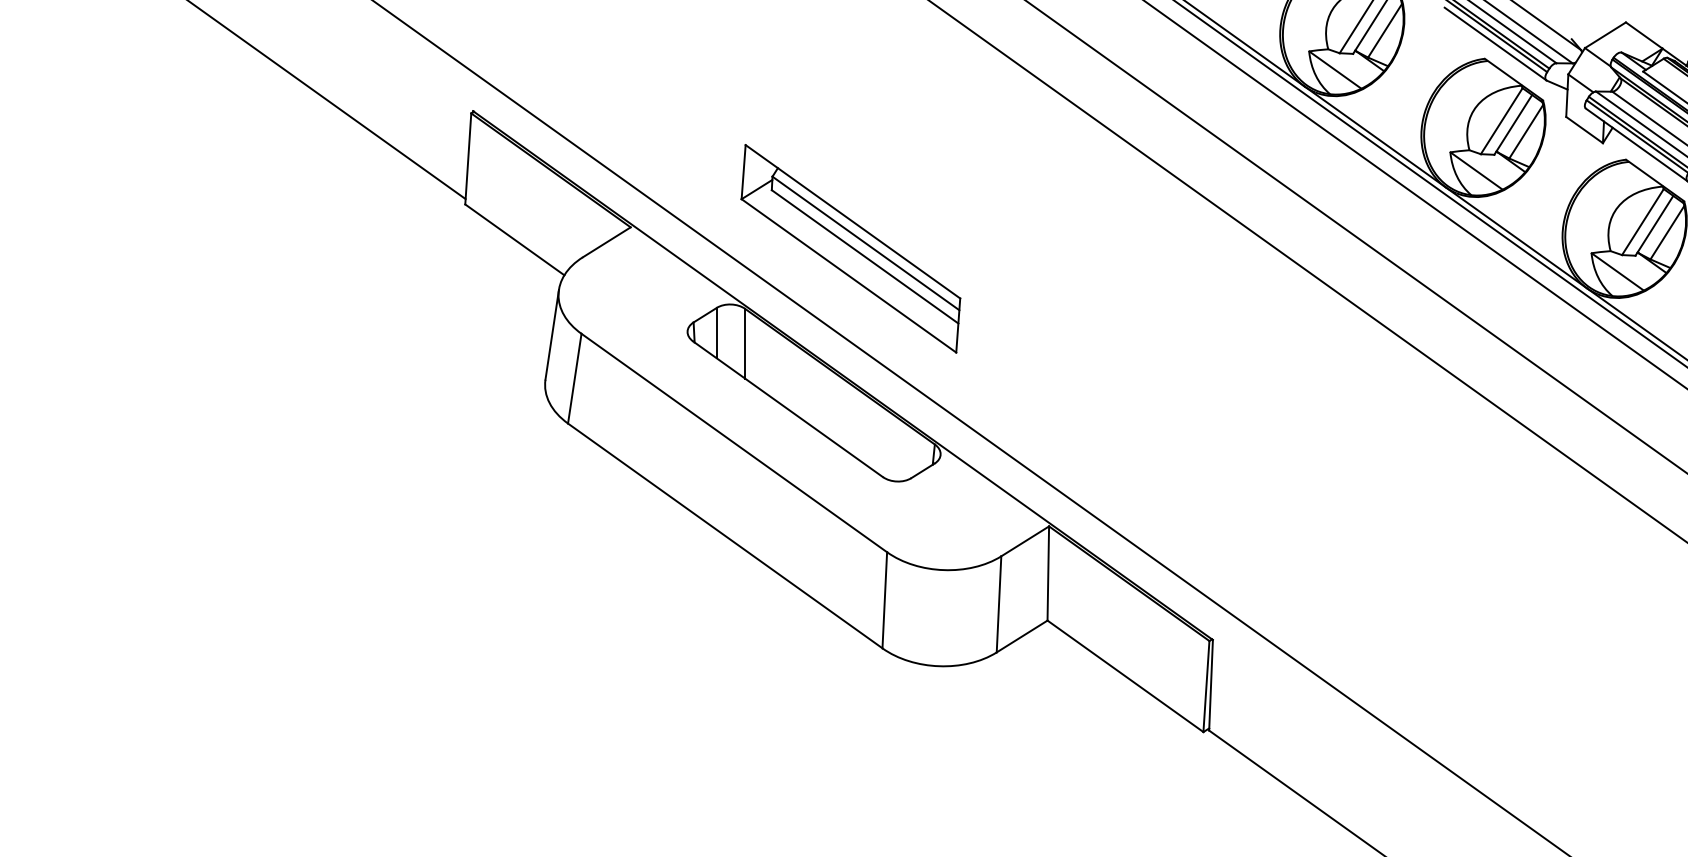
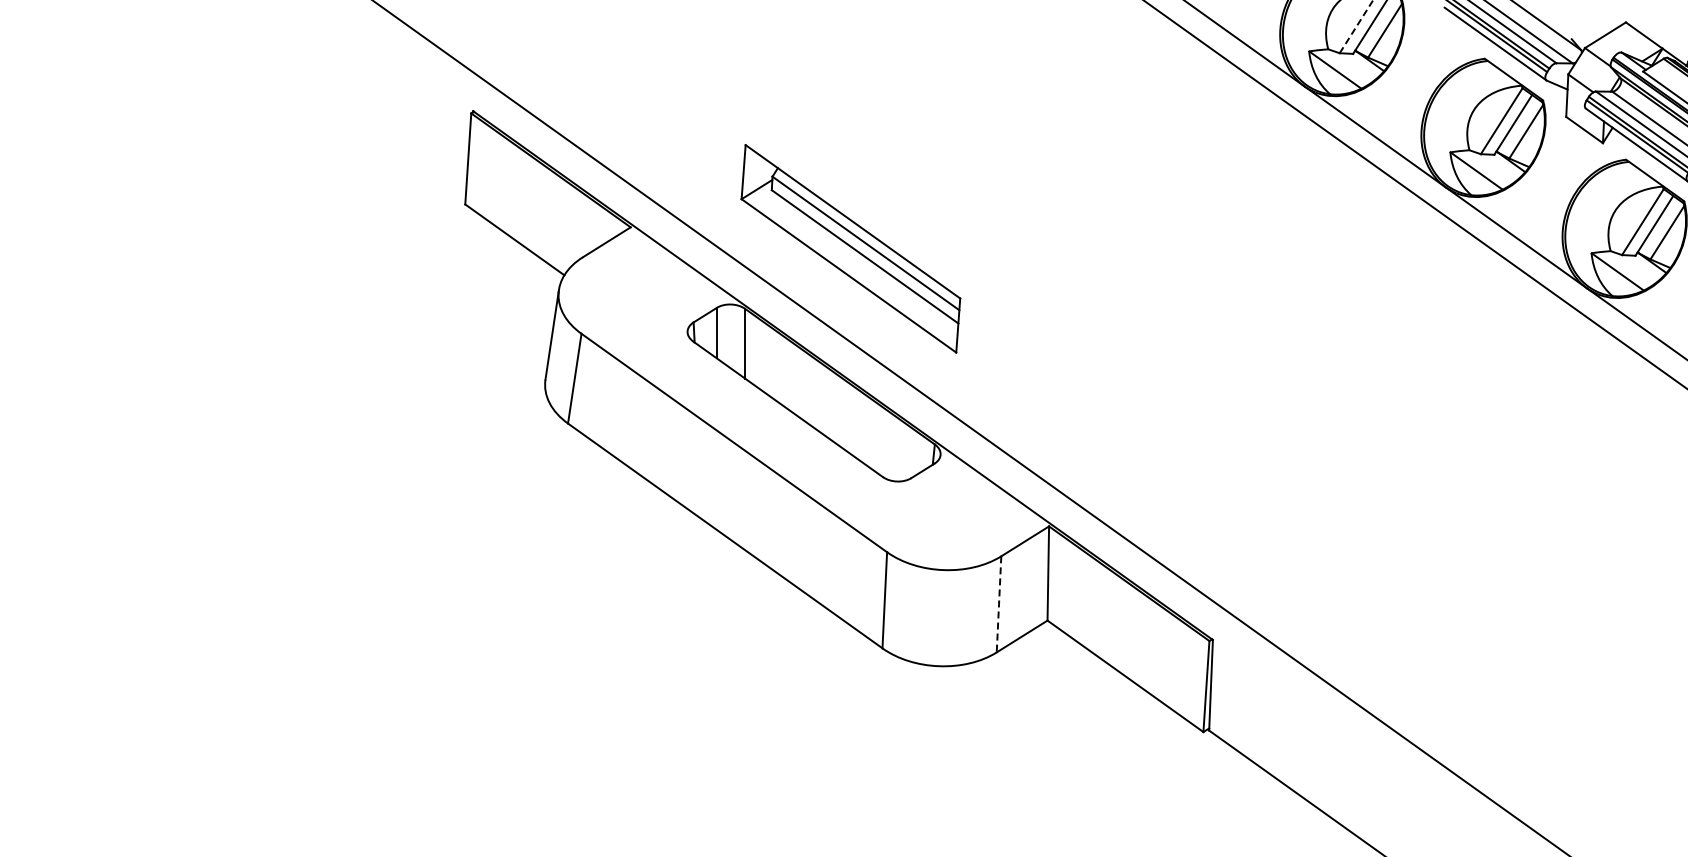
line at (1356, 26): solid -> dashed
line at (327, 100): present -> none
line at (1430, 183): present -> none
line at (1355, 236): present -> none
line at (1307, 271): present -> none
line at (999, 604): solid -> dashed
